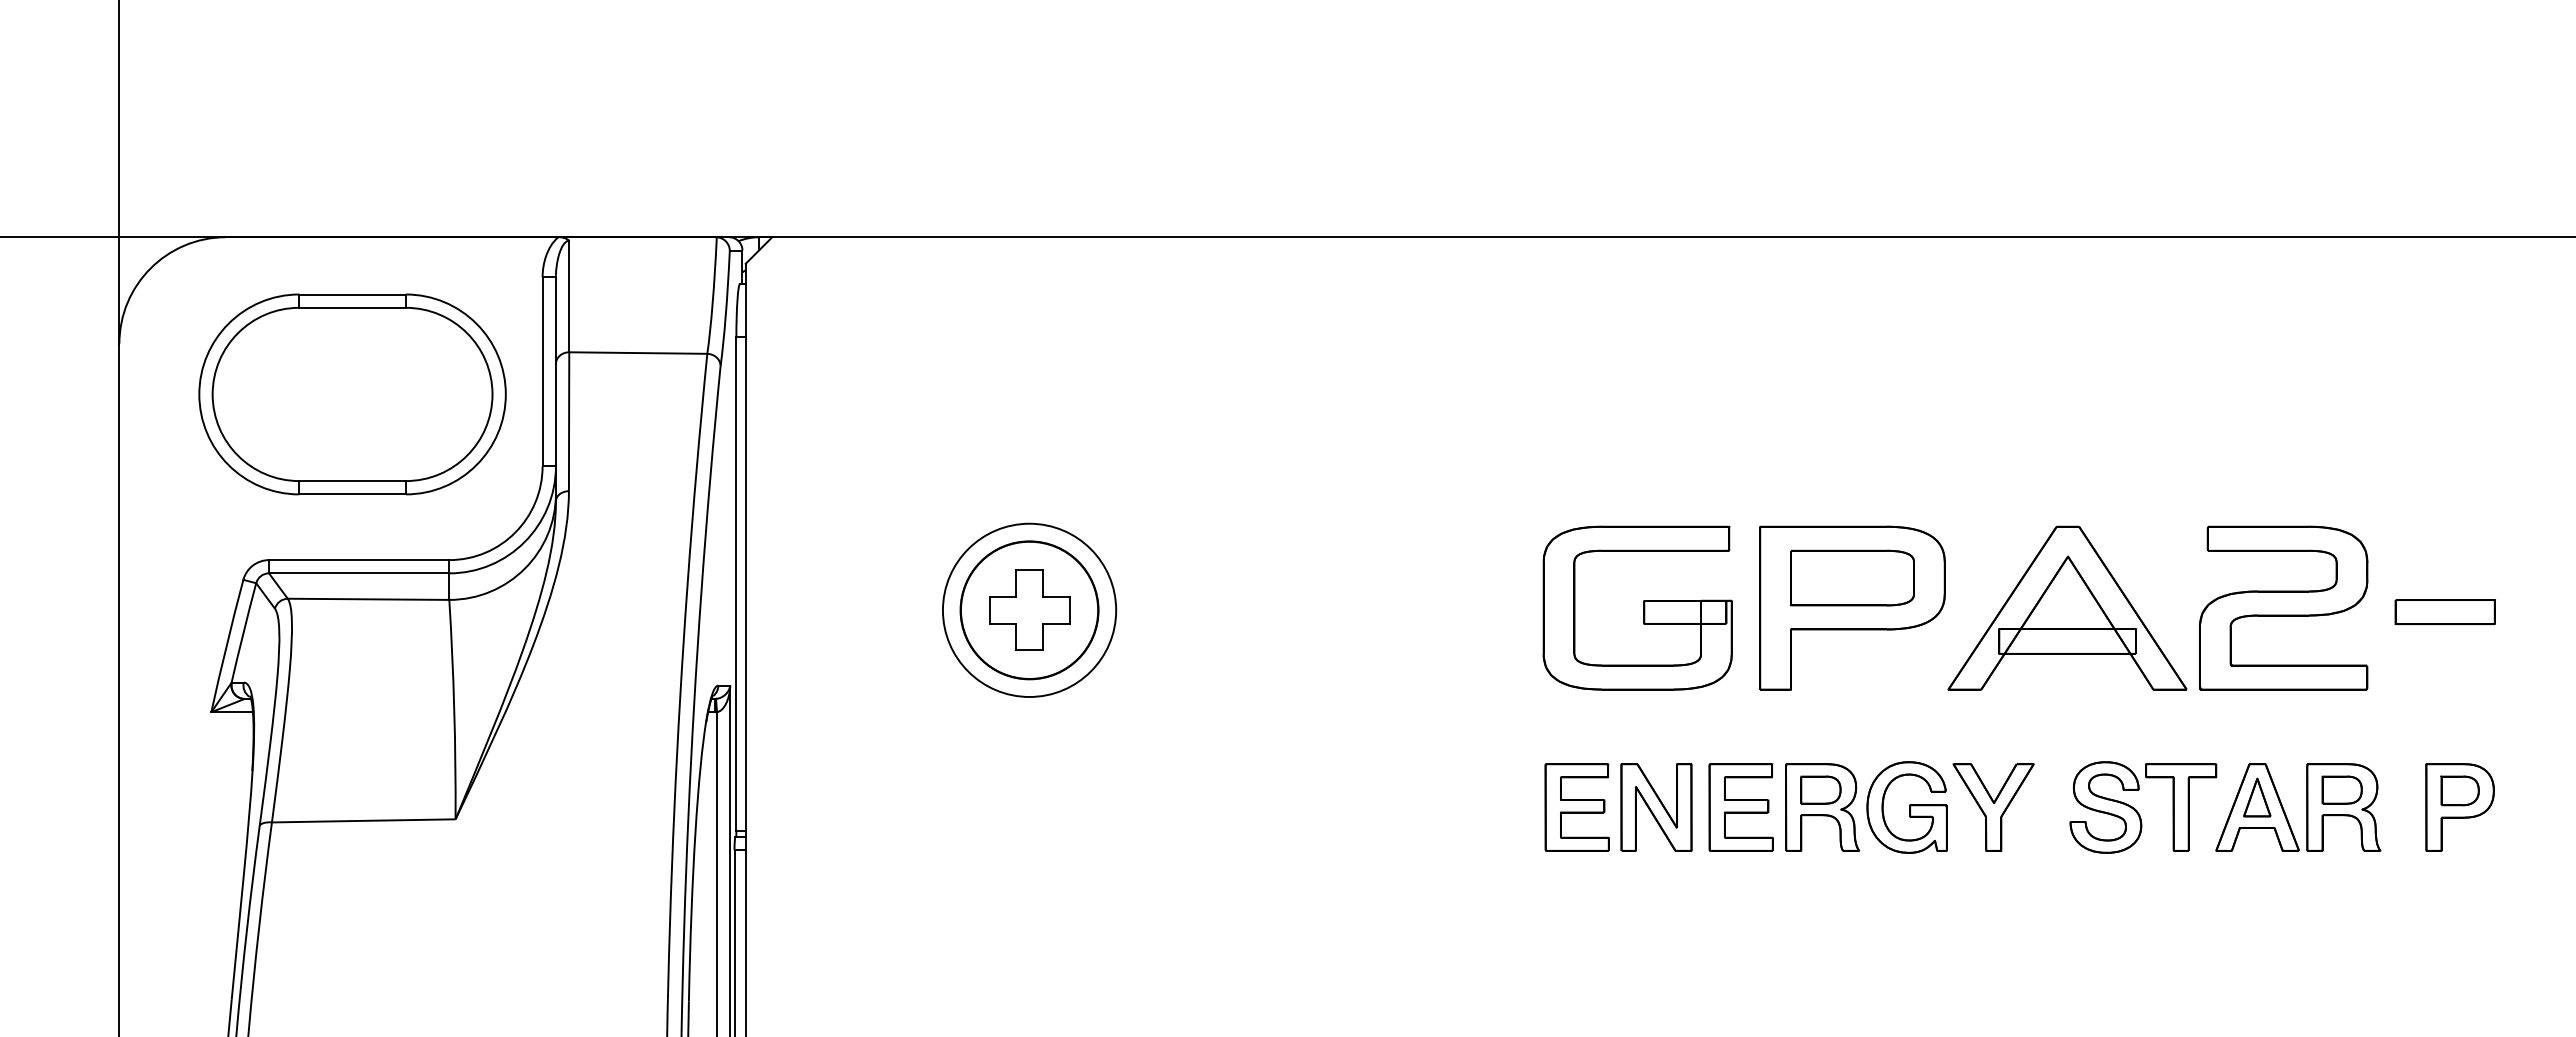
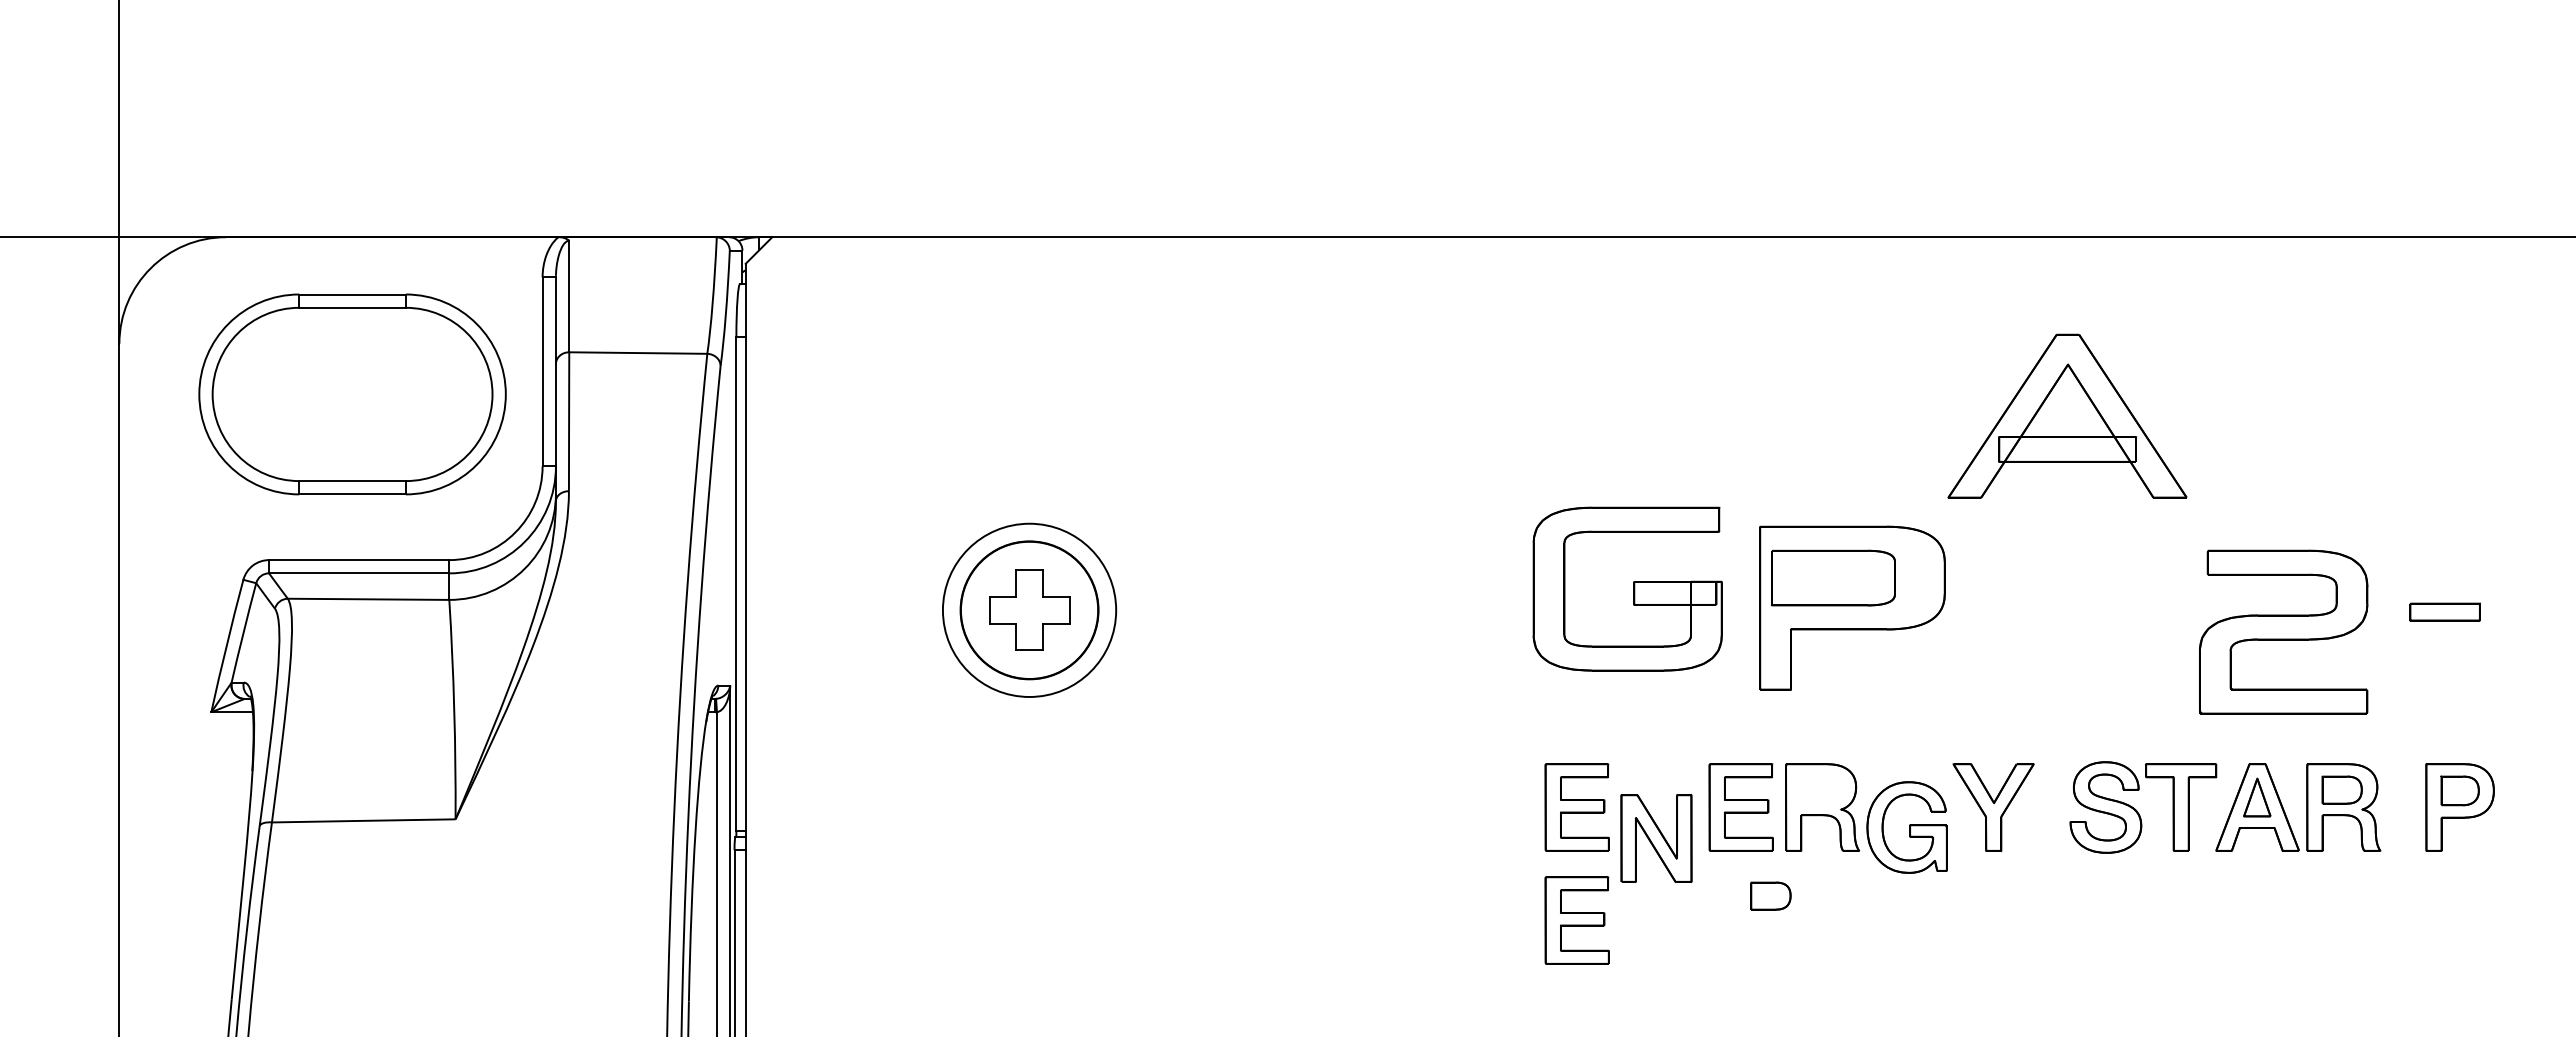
part at (1852, 577) position: (1852, 577) -> (1833, 577)
part at (1637, 607) position: (1637, 607) -> (1627, 588)
part at (2067, 607) position: (2067, 607) -> (2067, 415)
part at (2283, 607) position: (2283, 607) -> (2283, 631)
part at (2444, 611) size: 102x26 px -> 72x20 px
part at (1820, 789) position: (1820, 789) -> (1770, 895)
part at (1656, 807) position: (1656, 807) -> (1656, 838)
part at (1906, 807) position: (1906, 807) -> (1906, 827)
part at (1576, 920): none -> present
